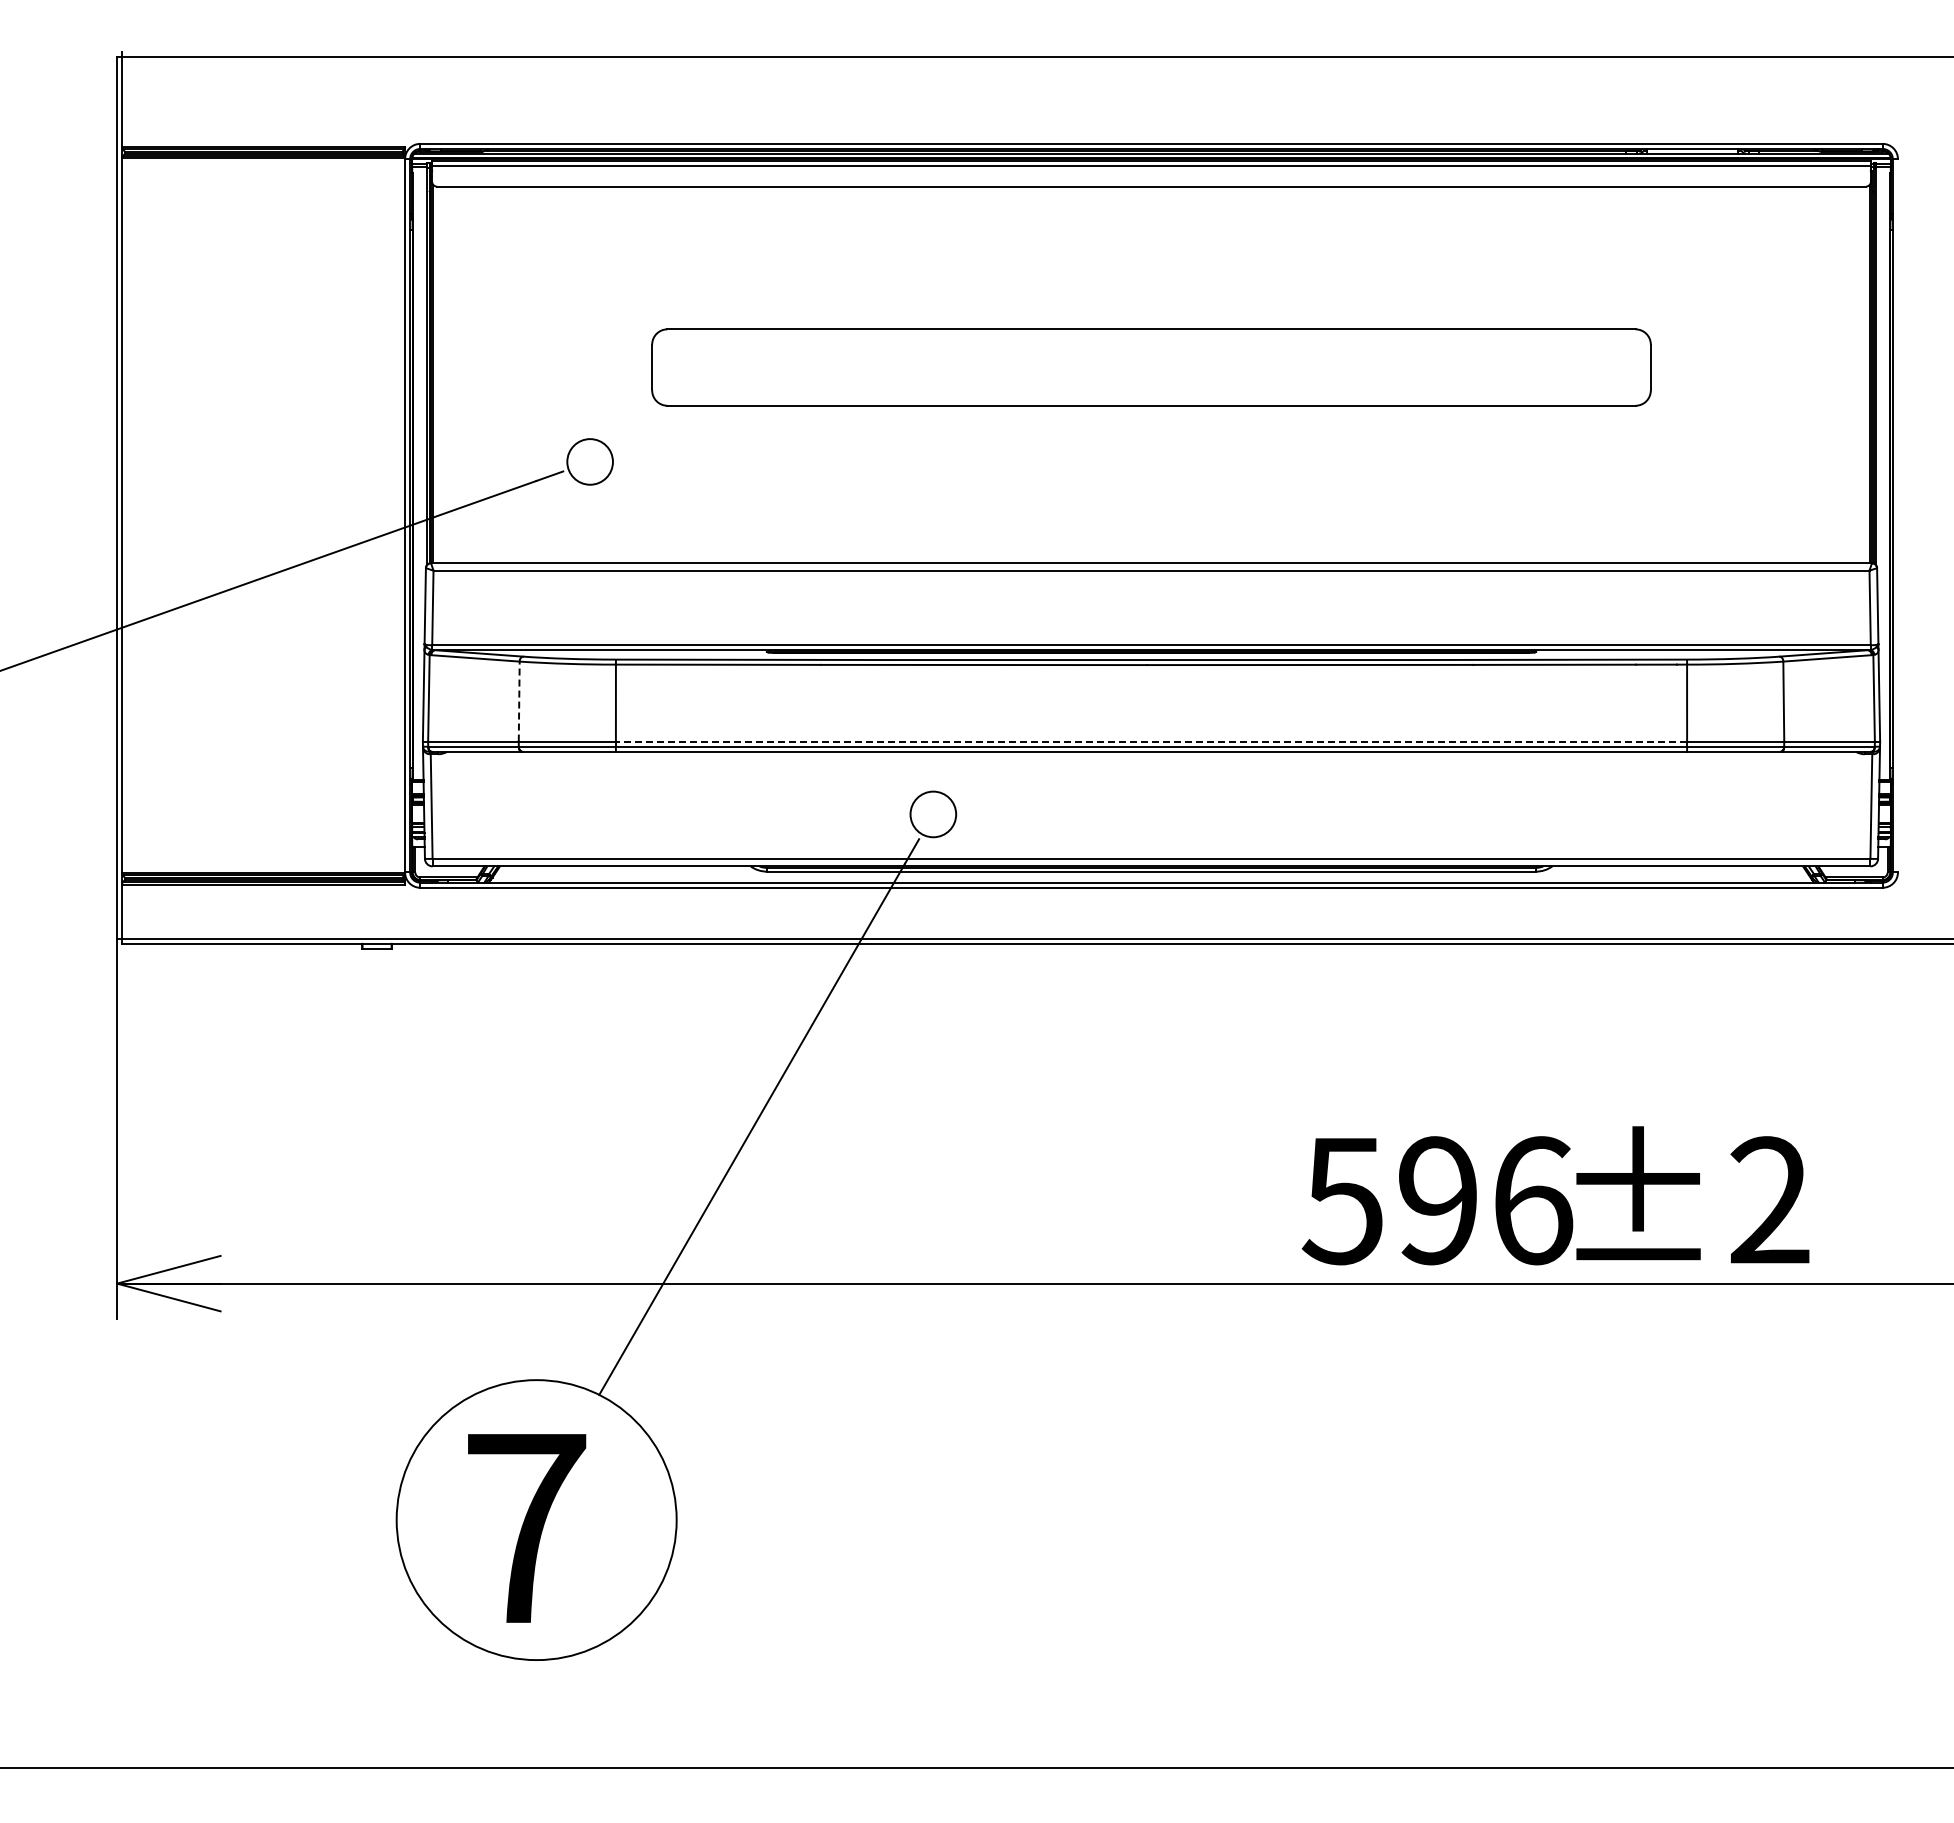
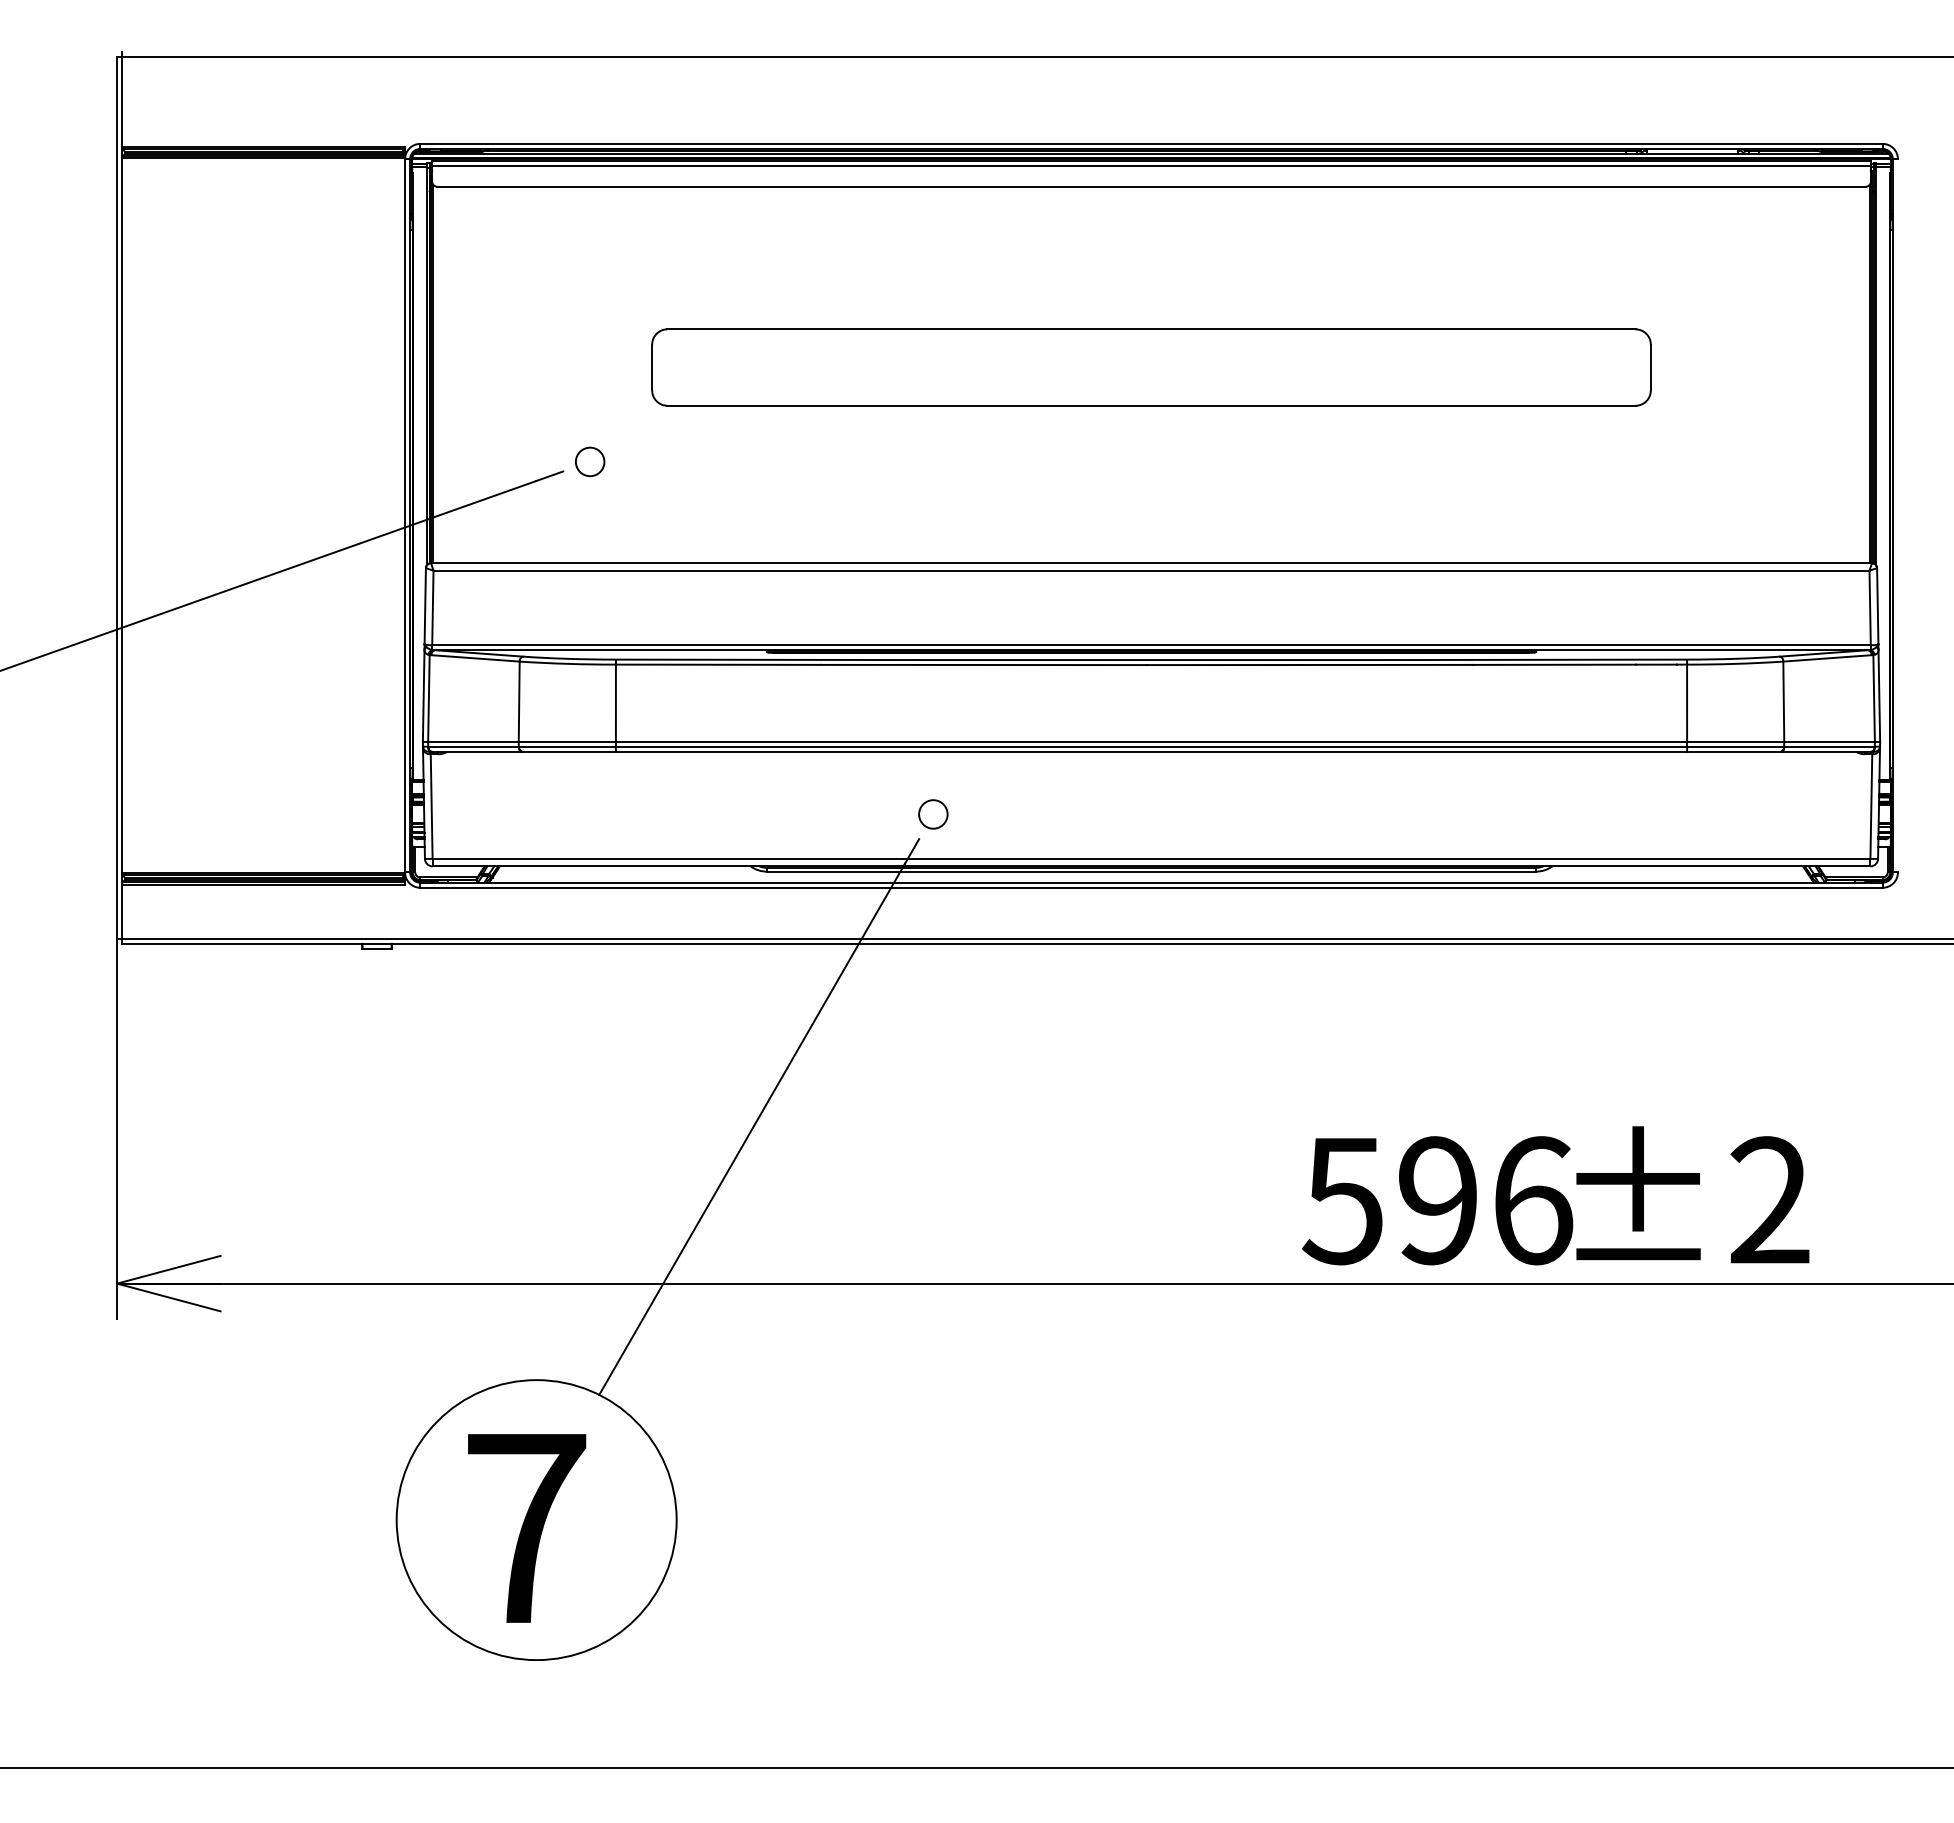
circle at (589, 461) diameter: 46 px -> 29 px
line at (519, 701): dashed -> solid
line at (1151, 741): dashed -> solid
circle at (933, 814) diameter: 46 px -> 29 px
